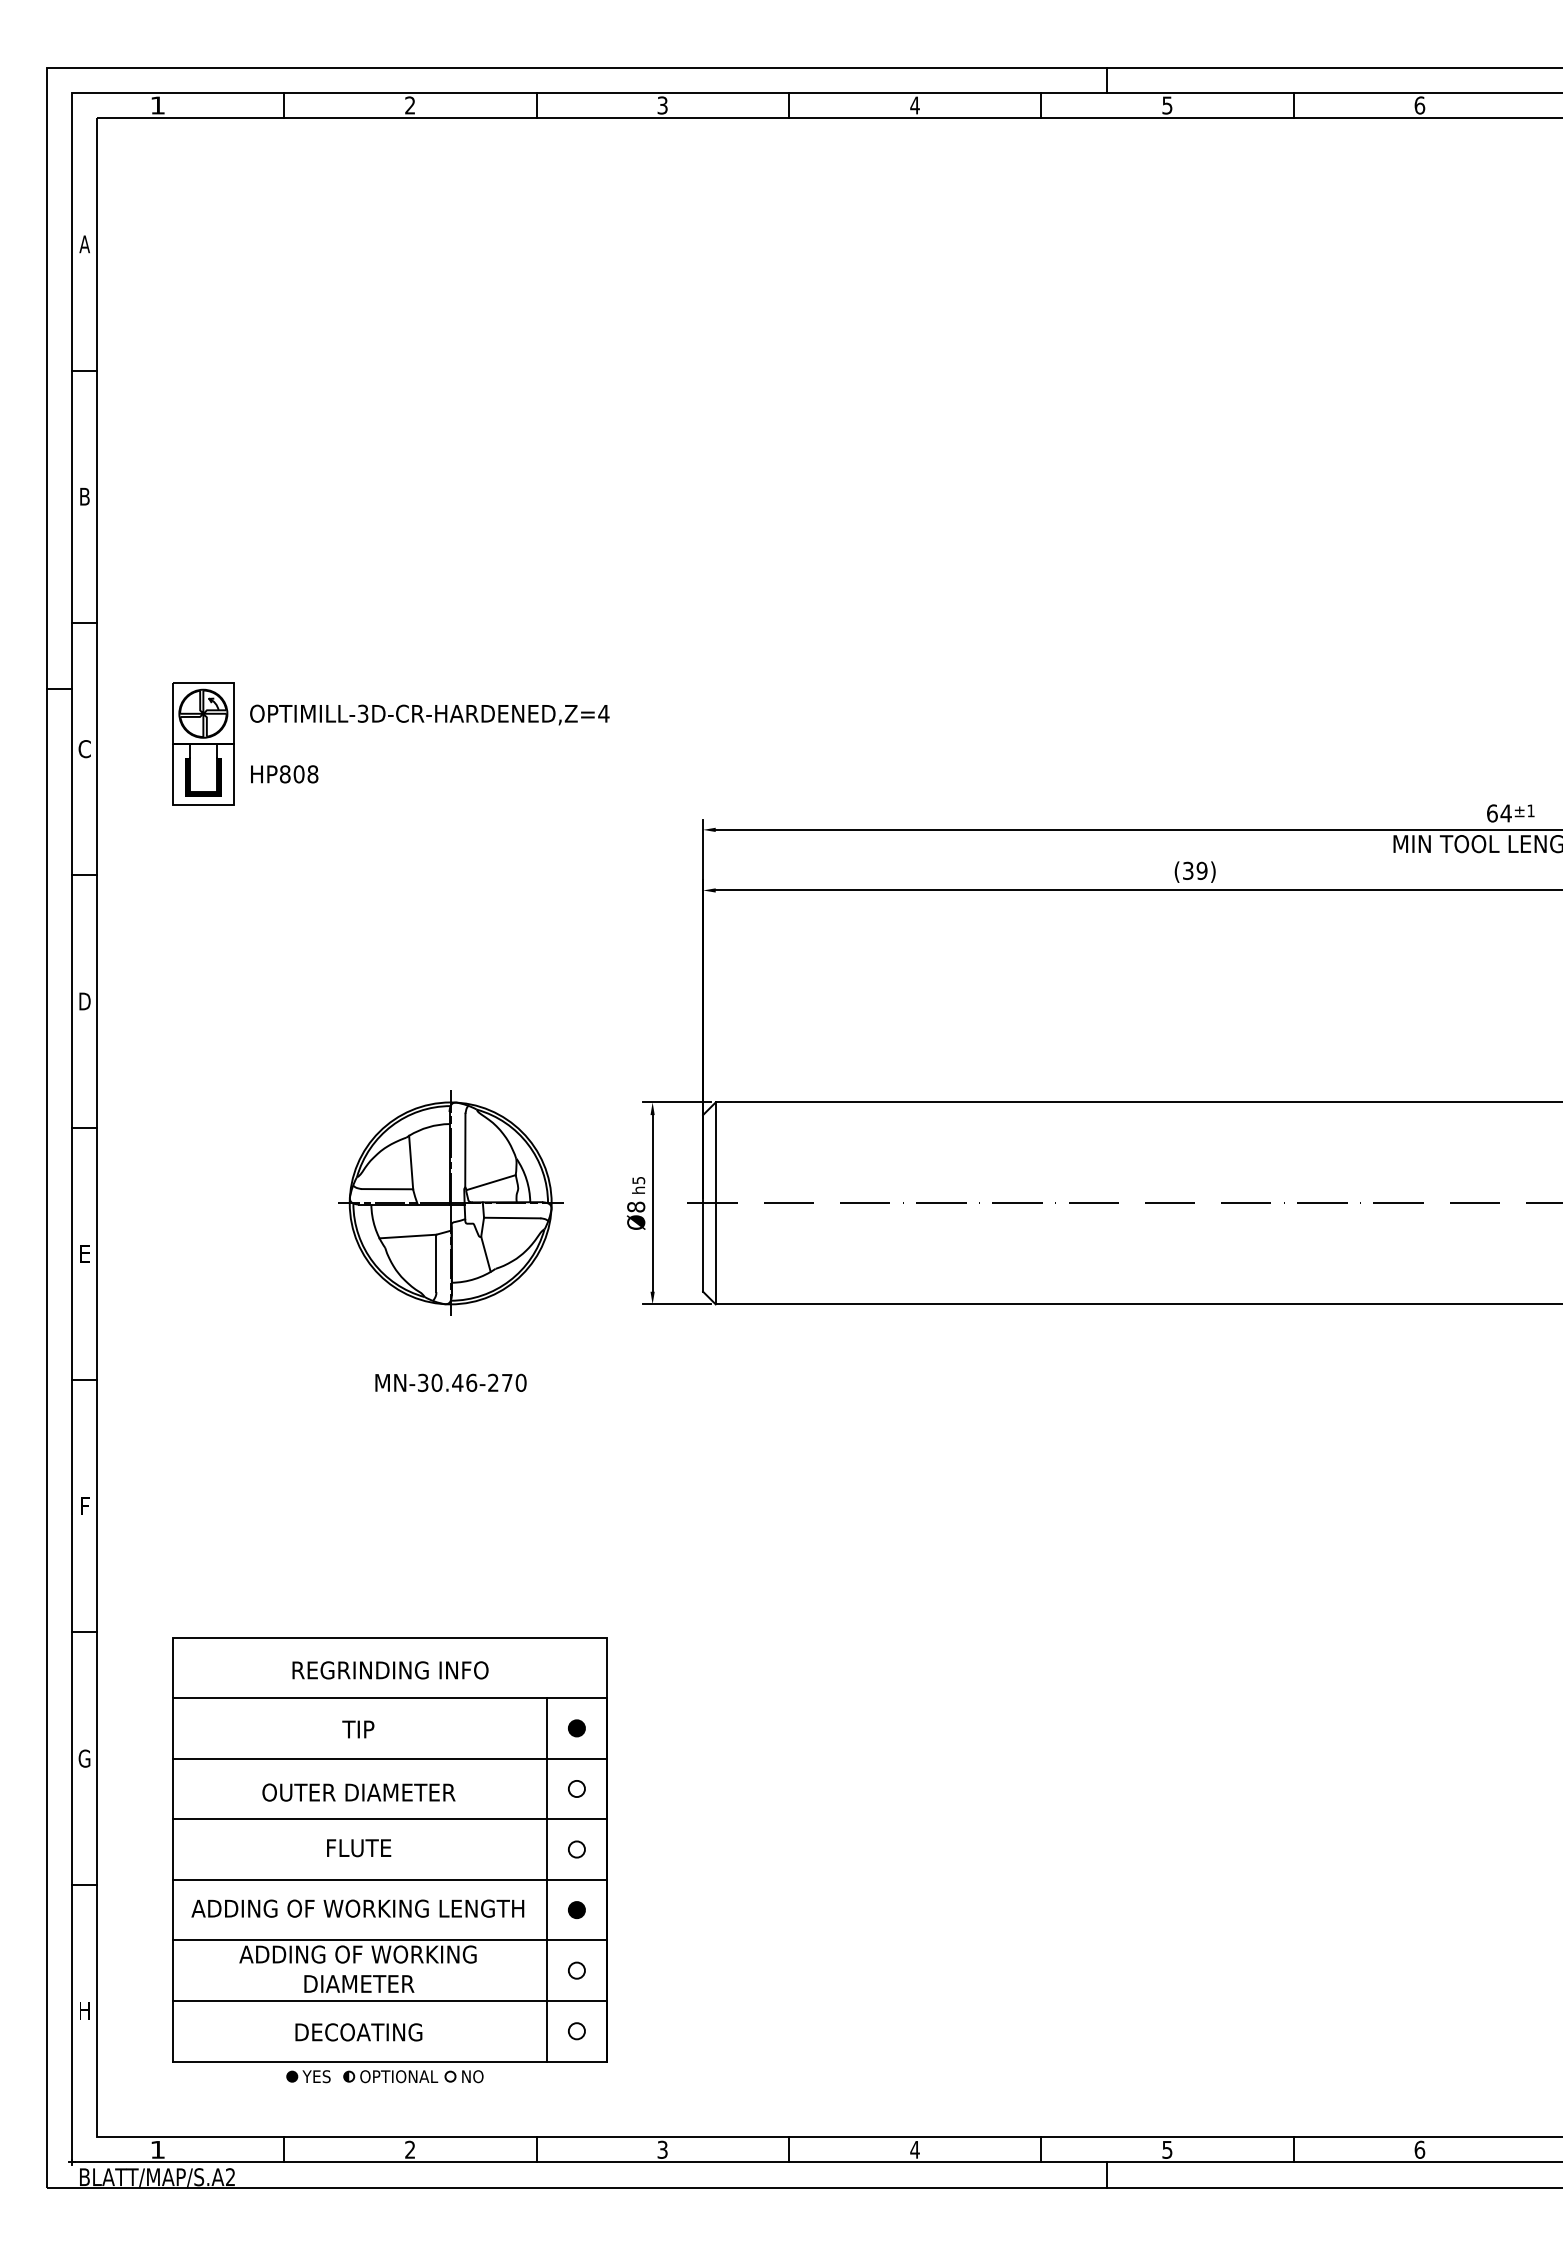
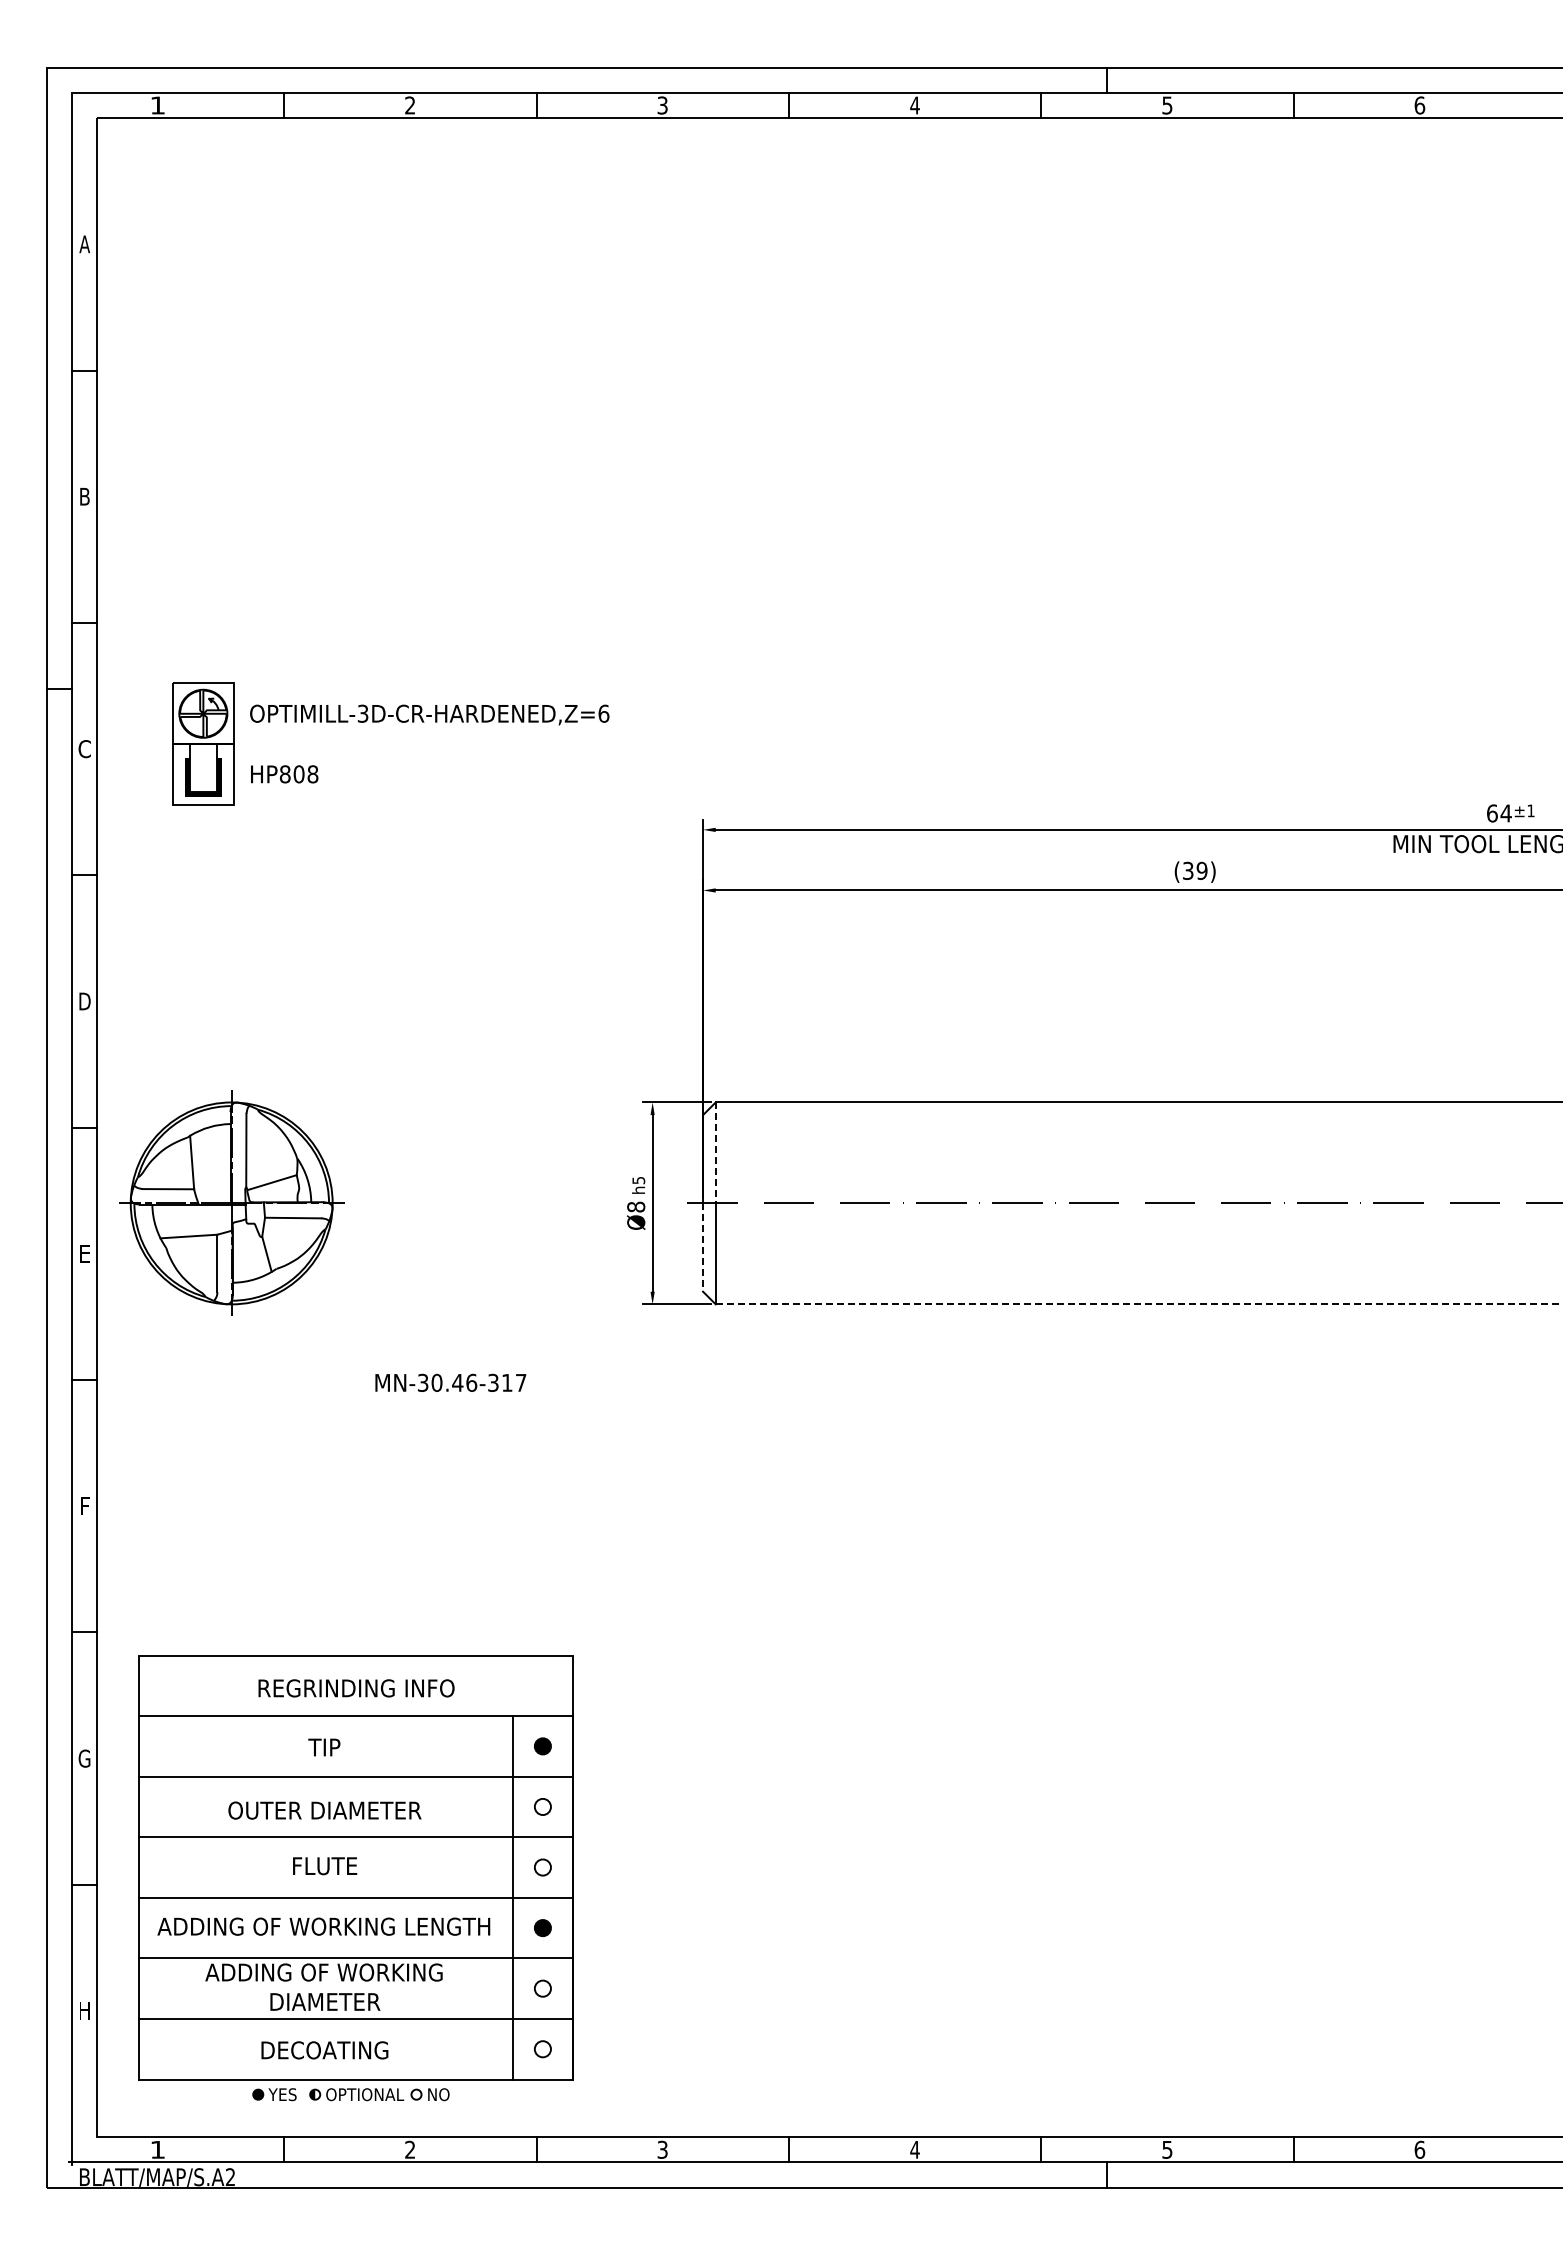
text at (603, 713): OPTIMILL-3D-CR-HARDENED,Z=4 -> OPTIMILL-3D-CR-HARDENED,Z=6
line at (715, 1153): solid -> dashed
part at (450, 1202) position: (450, 1202) -> (231, 1202)
line at (703, 1248): solid -> dashed
line at (1139, 1304): solid -> dashed
text at (507, 1382): MN-30.46-270 -> MN-30.46-317
part at (389, 1860) position: (389, 1860) -> (355, 1878)
